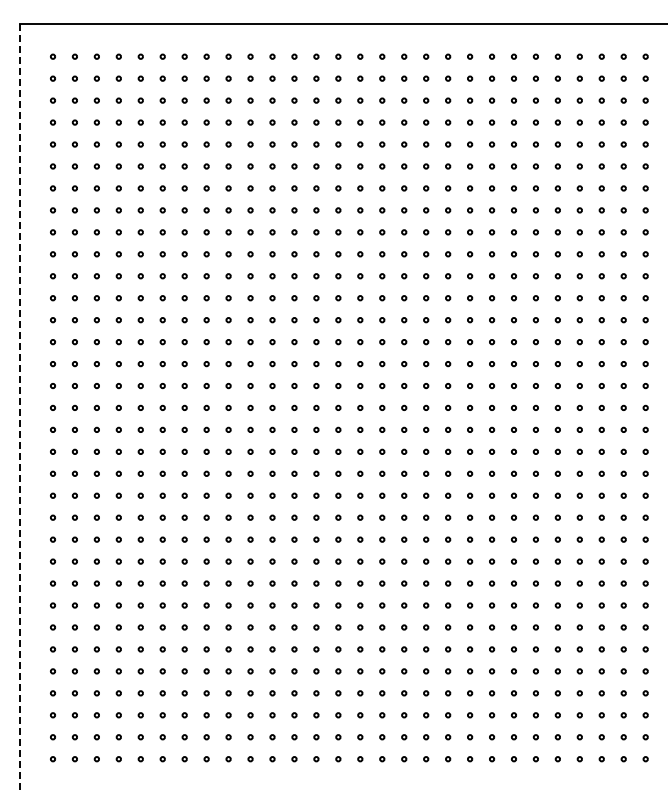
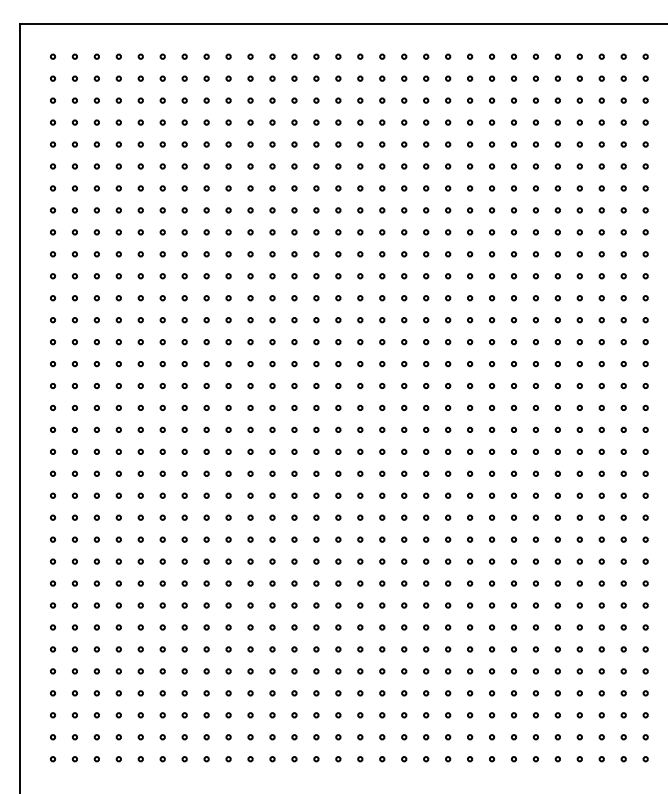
line at (20, 408): dashed -> solid
